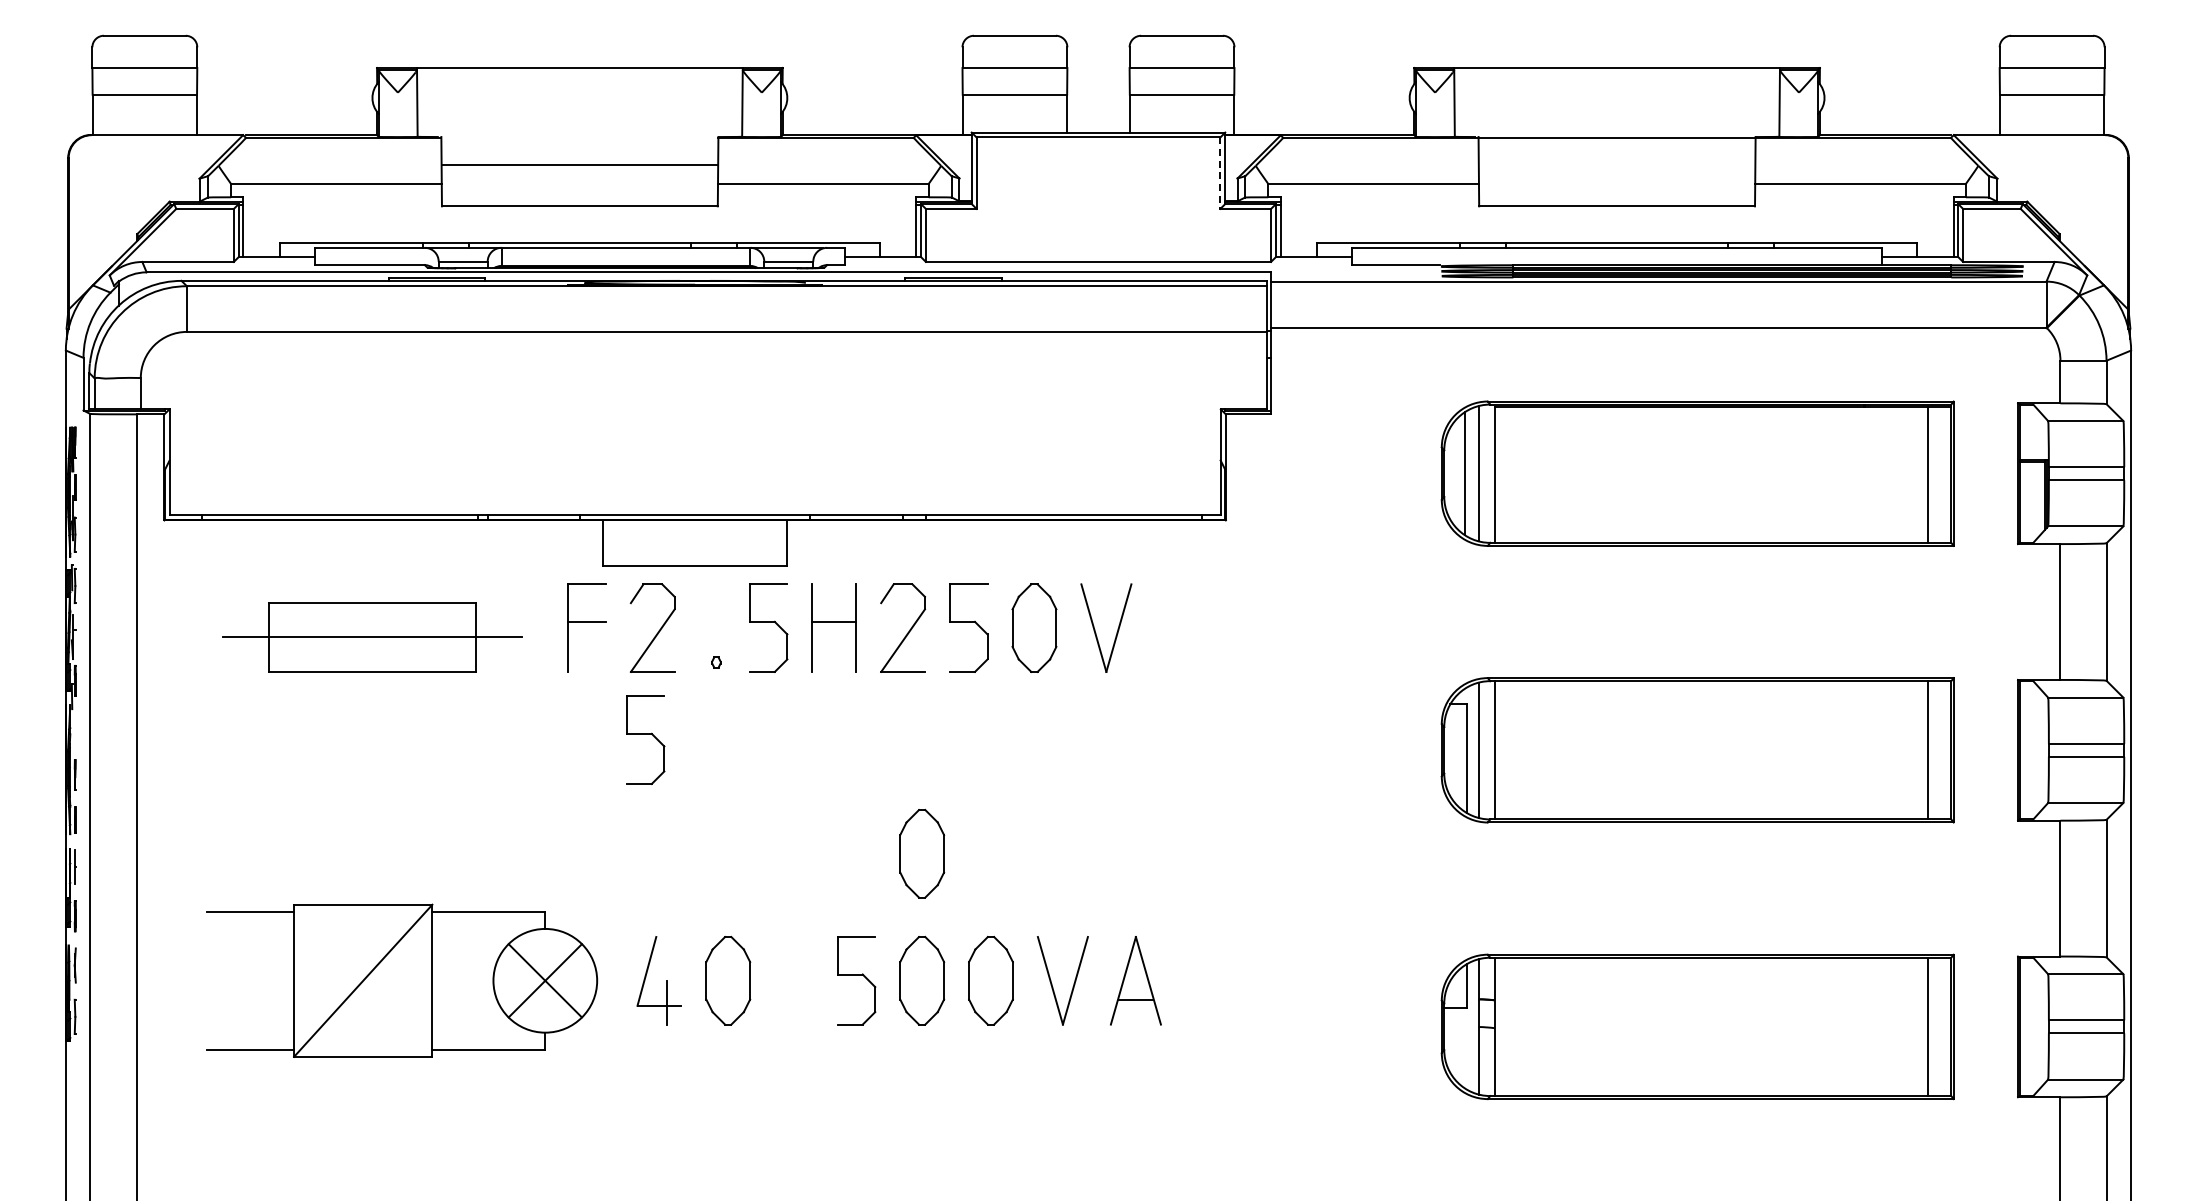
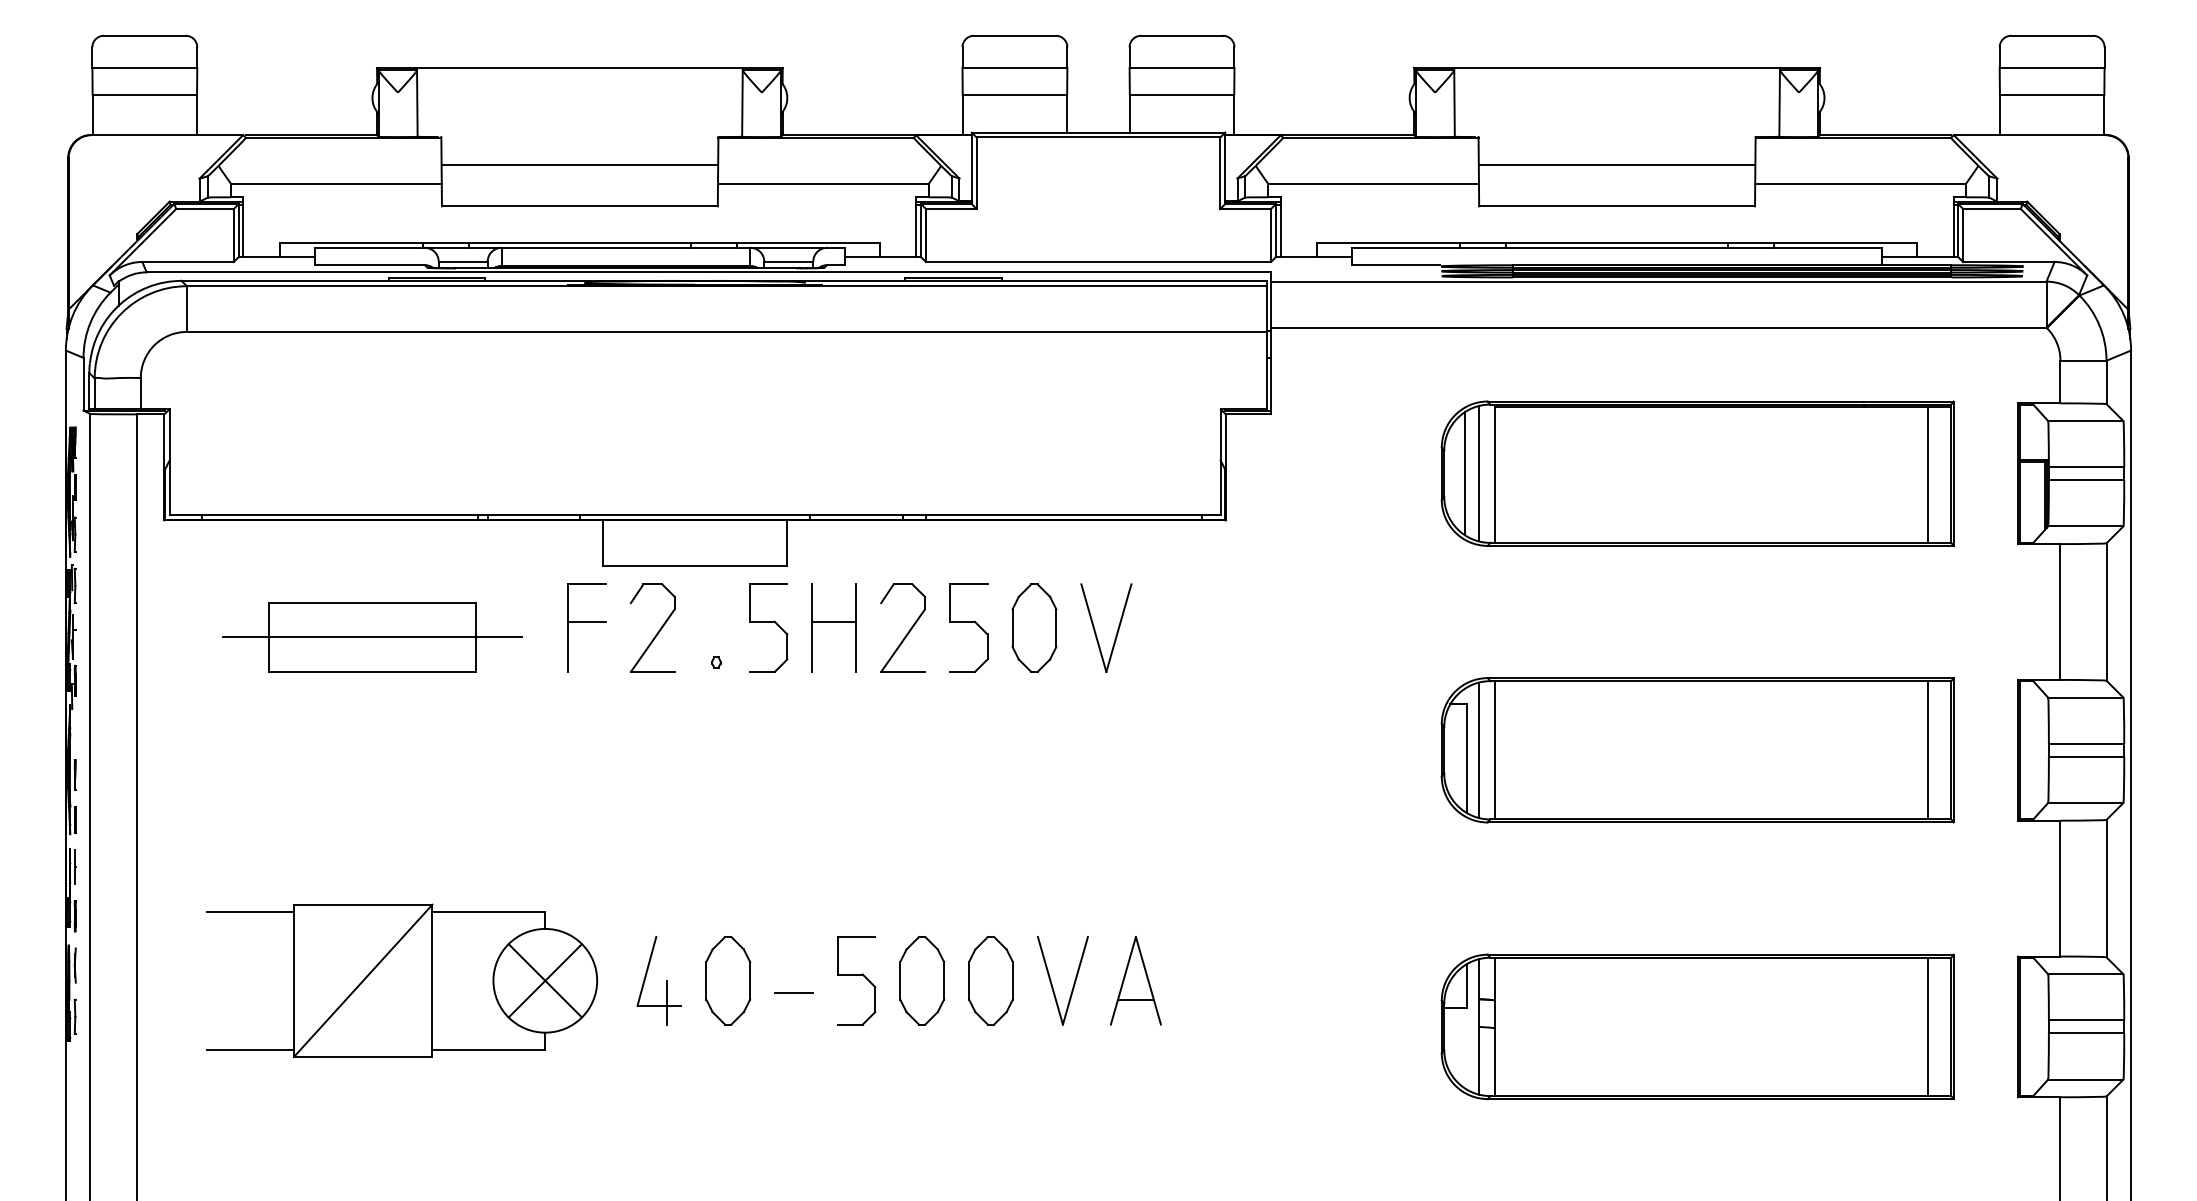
line at (1616, 137) position: (1616, 137) -> (1616, 164)
line at (1220, 173): dashed -> solid
part at (645, 739): present -> none
part at (922, 853): present -> none
line at (793, 993): none -> present
